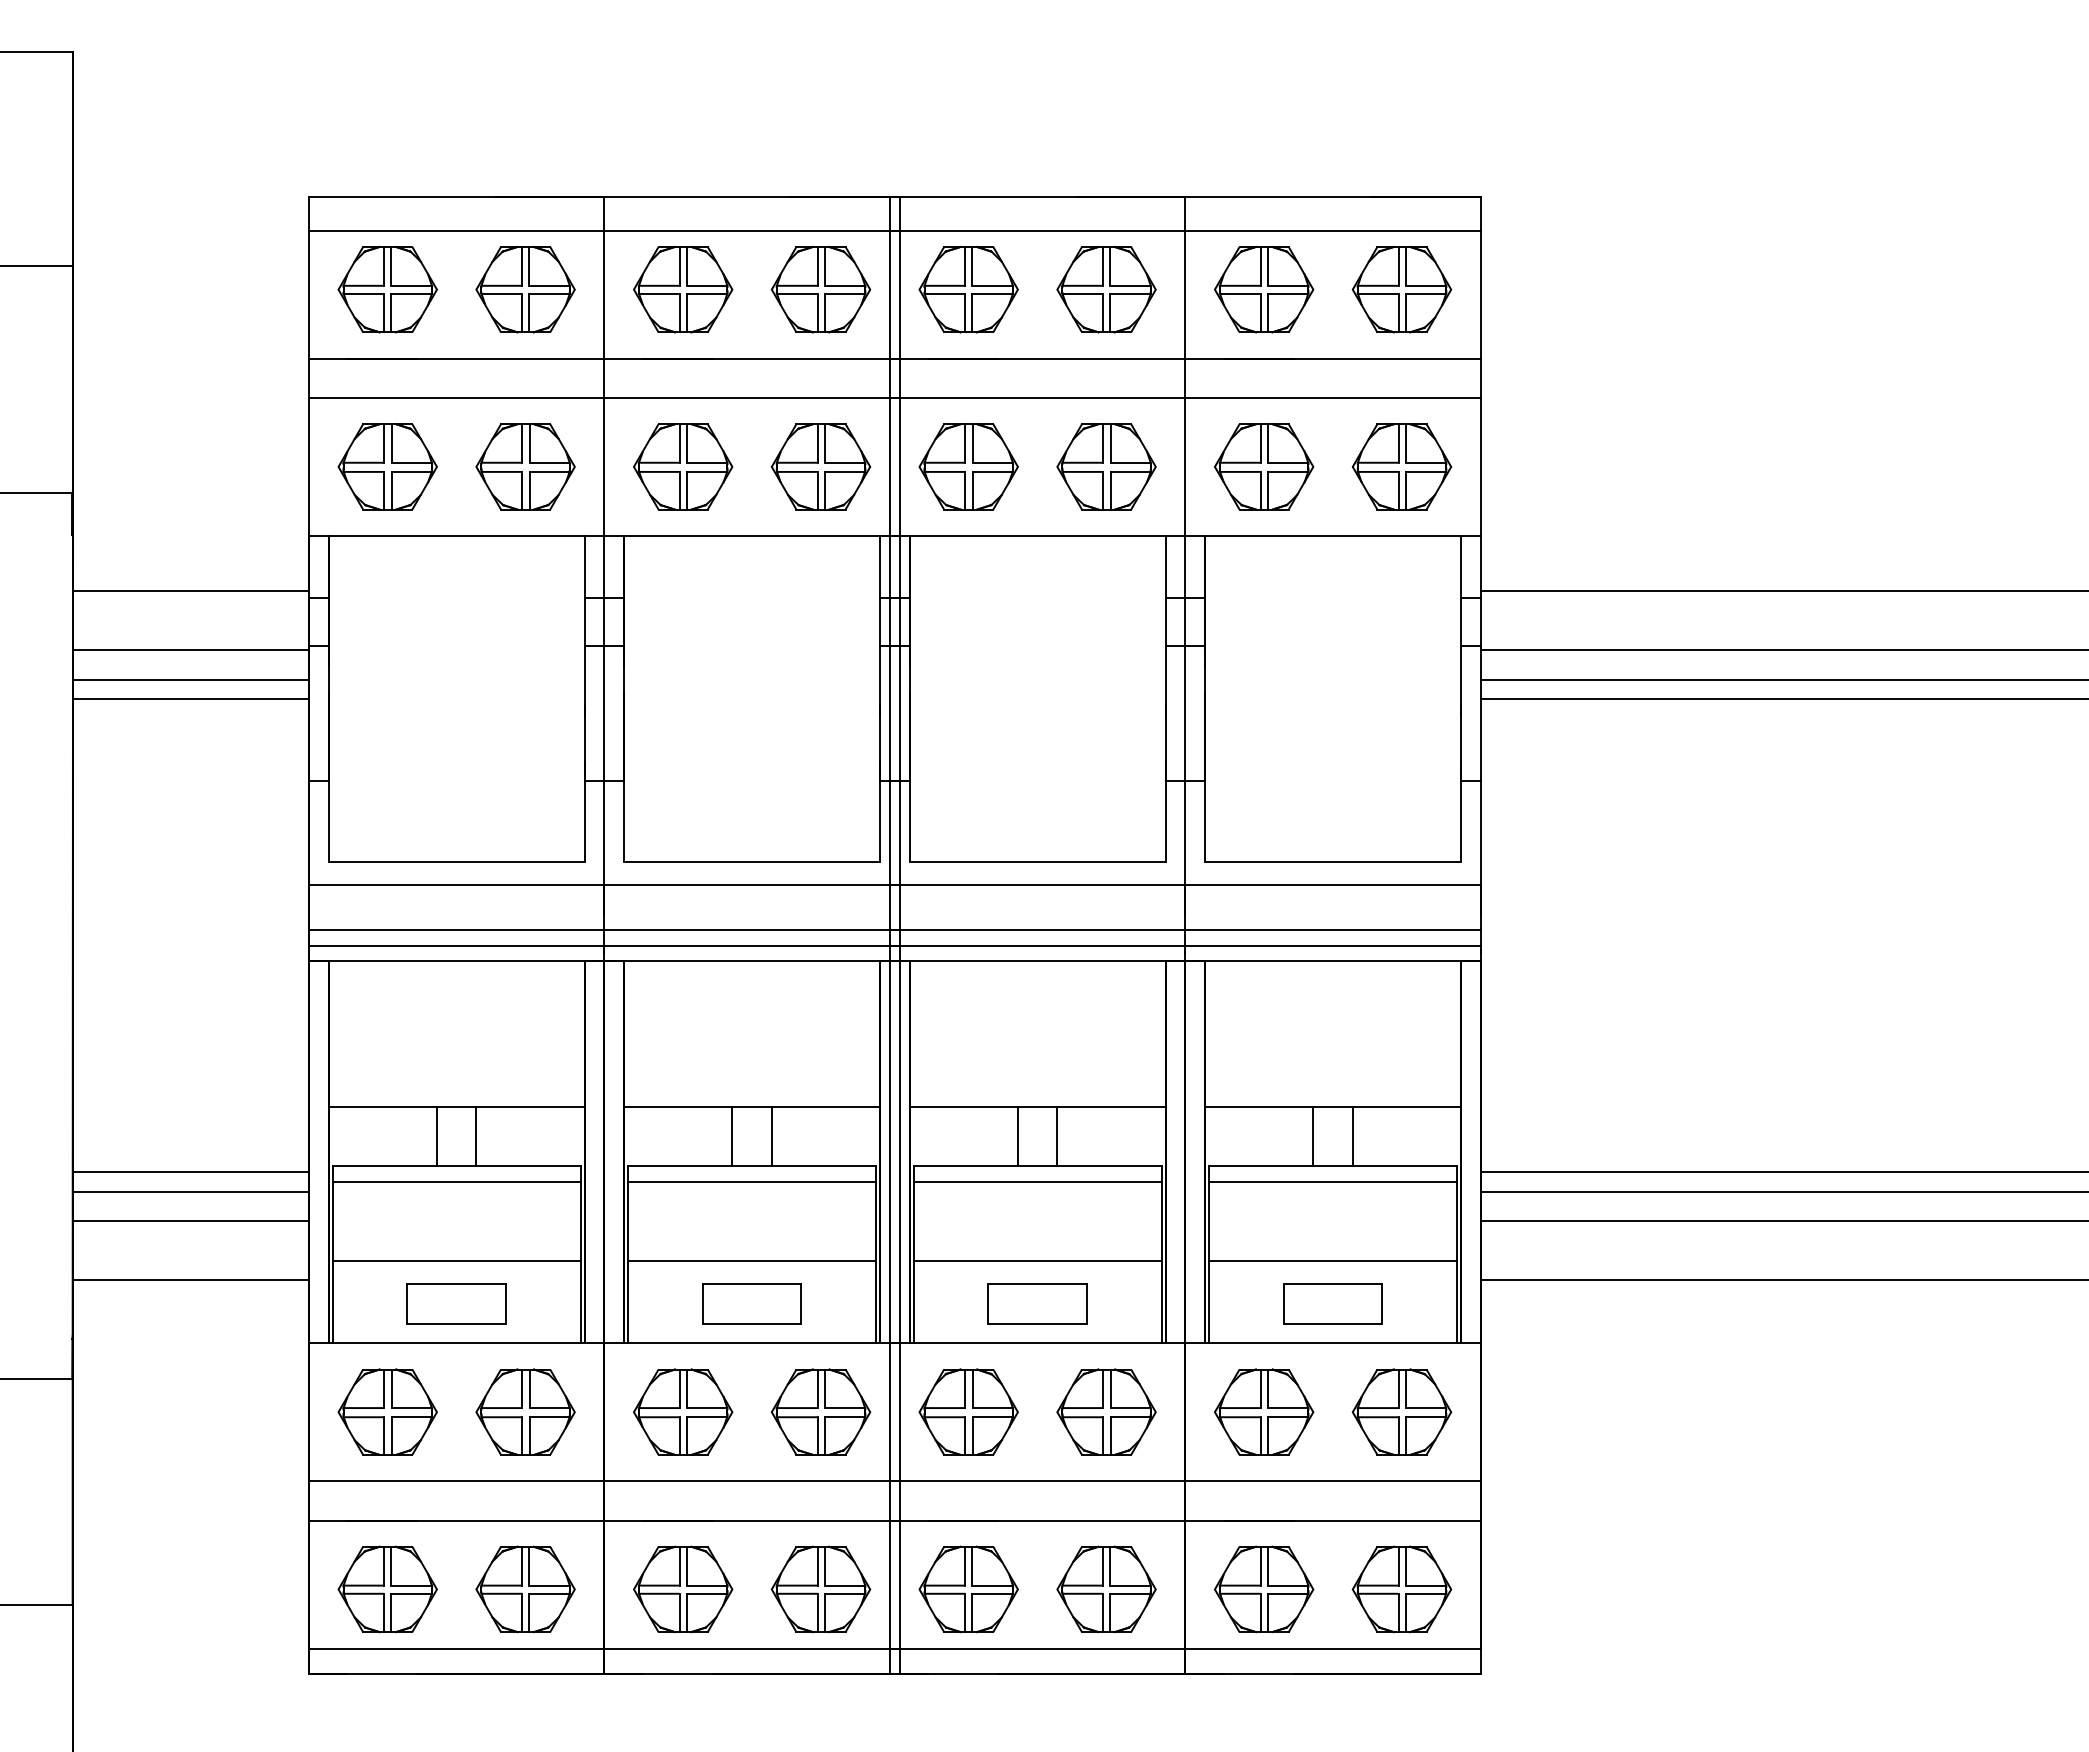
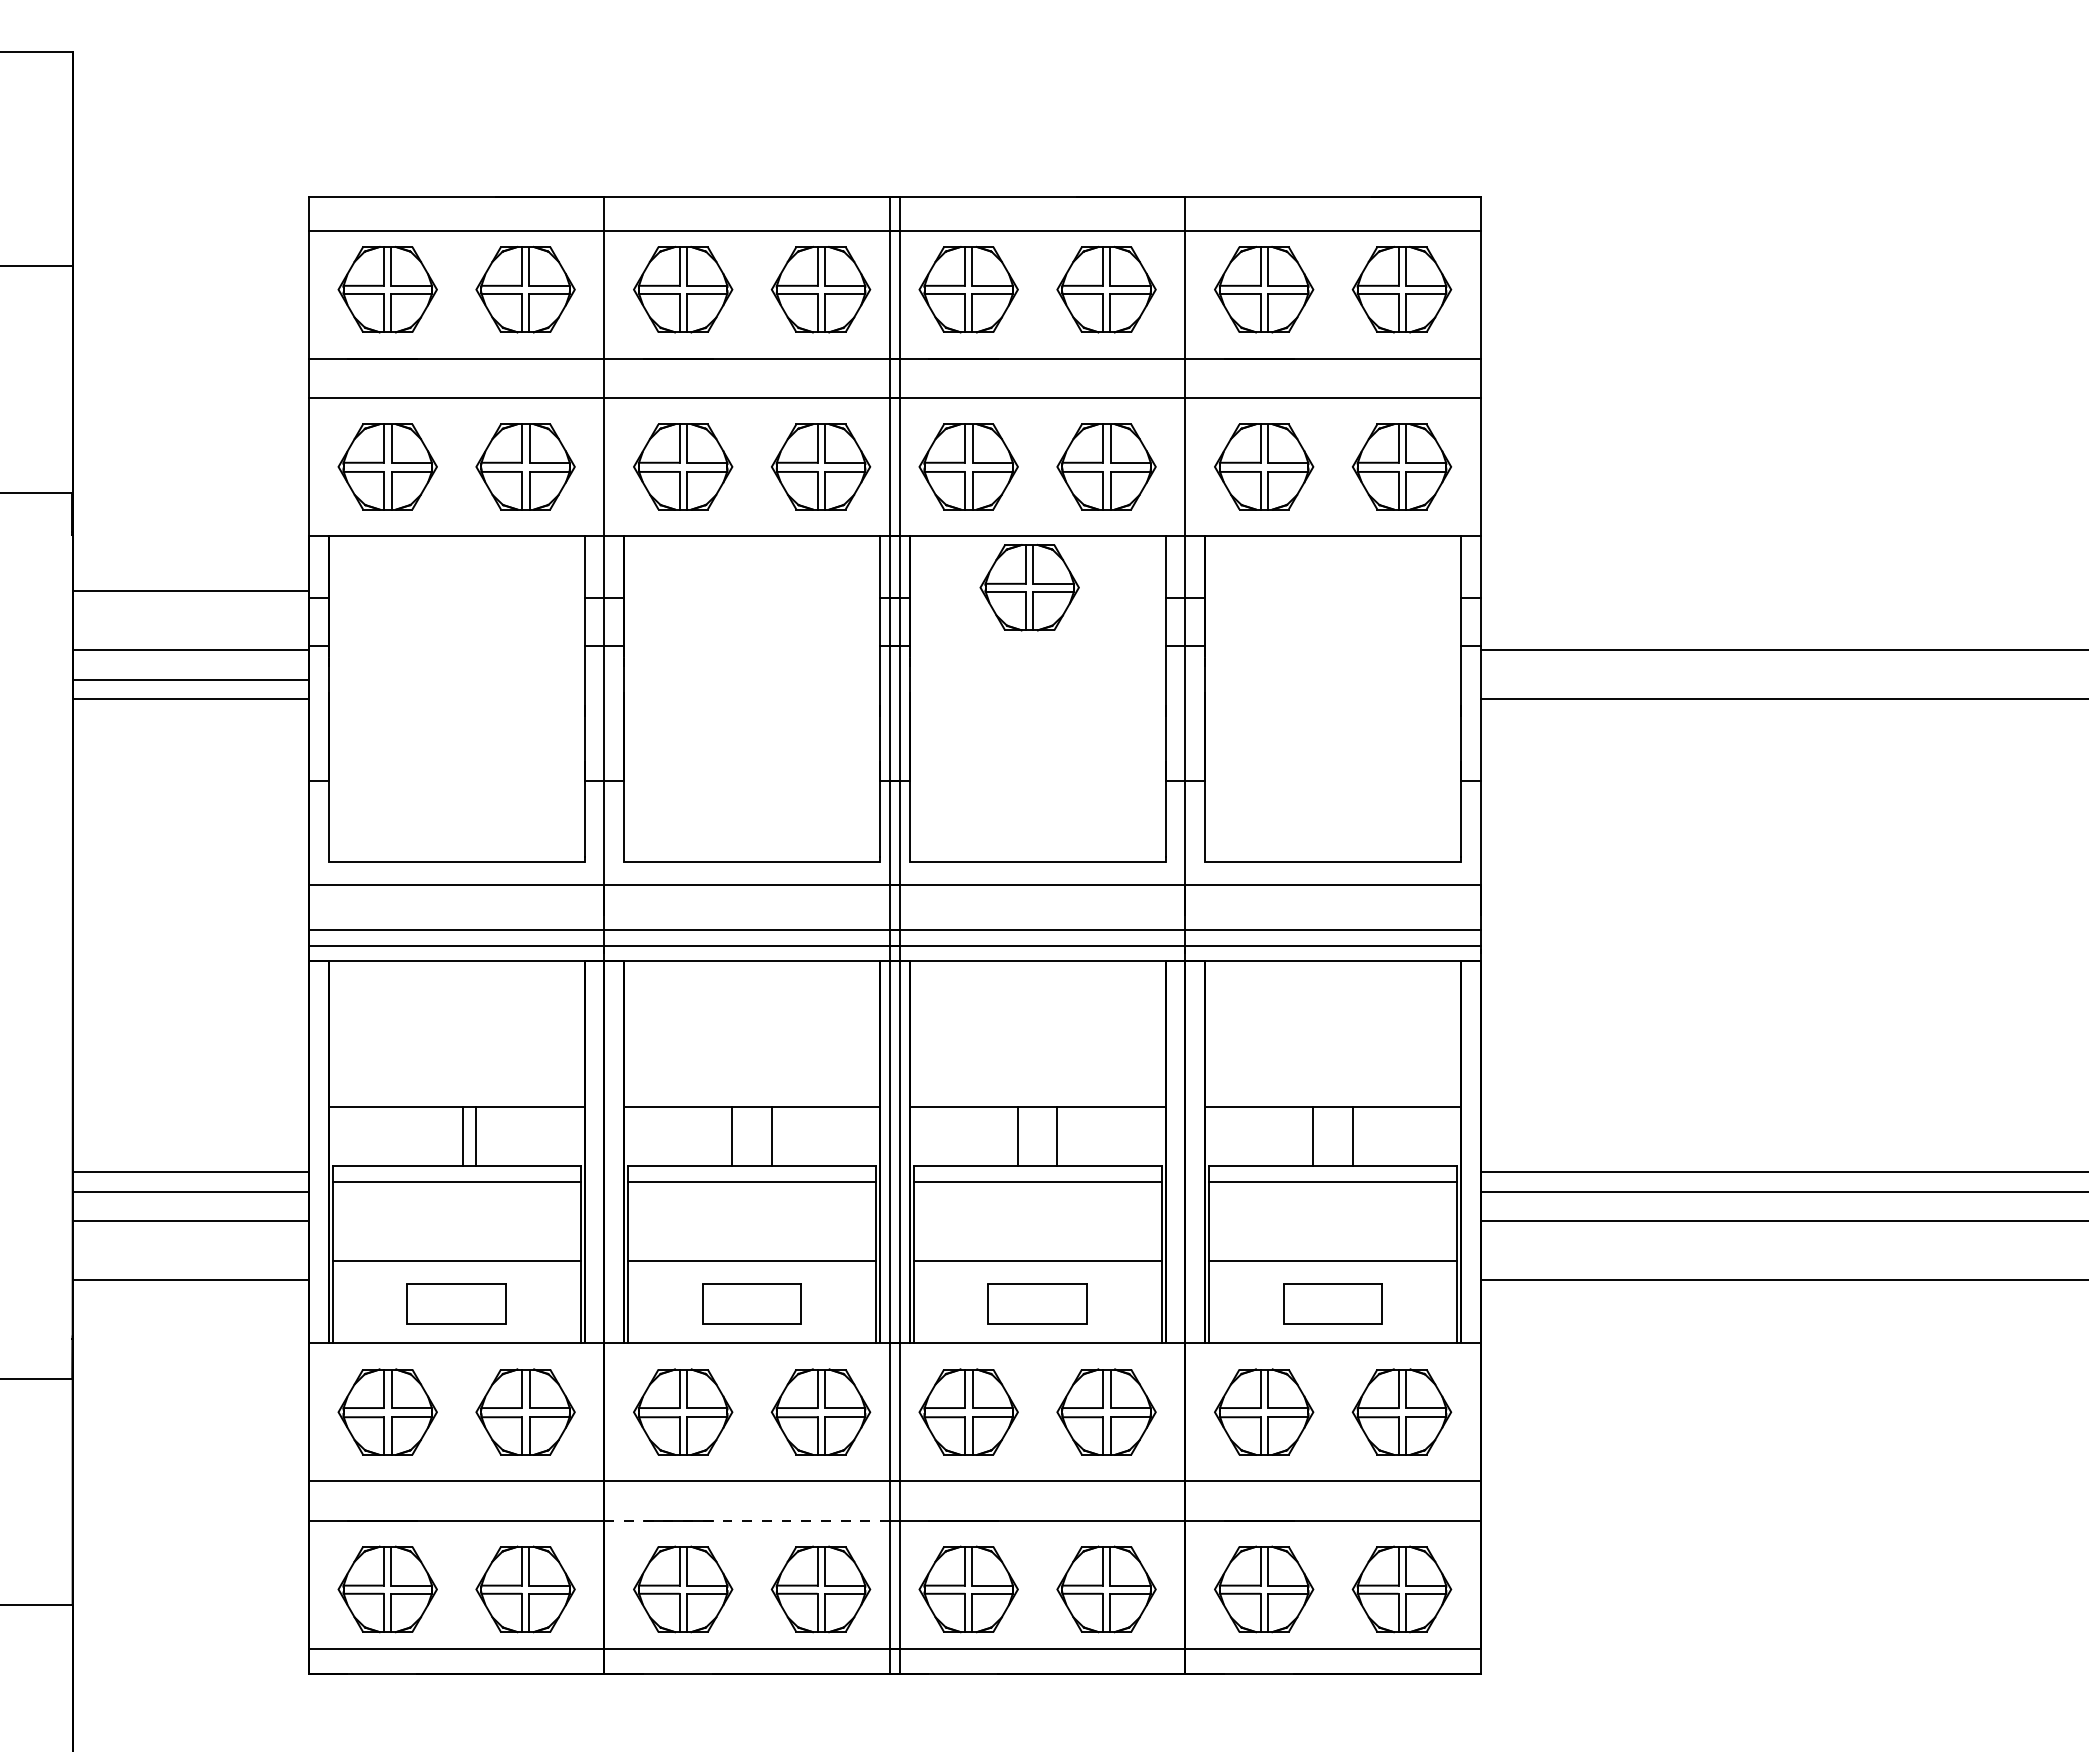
part at (1029, 587): none -> present
line at (1782, 590): present -> none
line at (1782, 679): present -> none
line at (437, 1136) position: (437, 1136) -> (463, 1136)
line at (752, 1520): solid -> dashed
